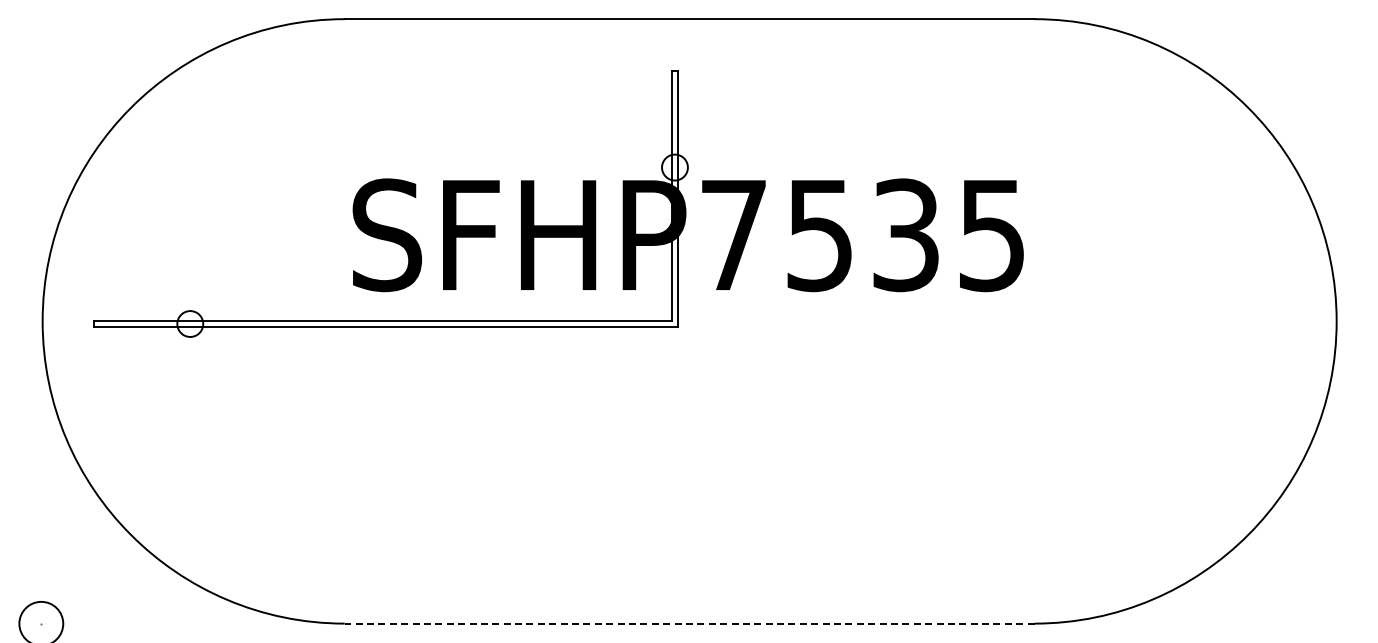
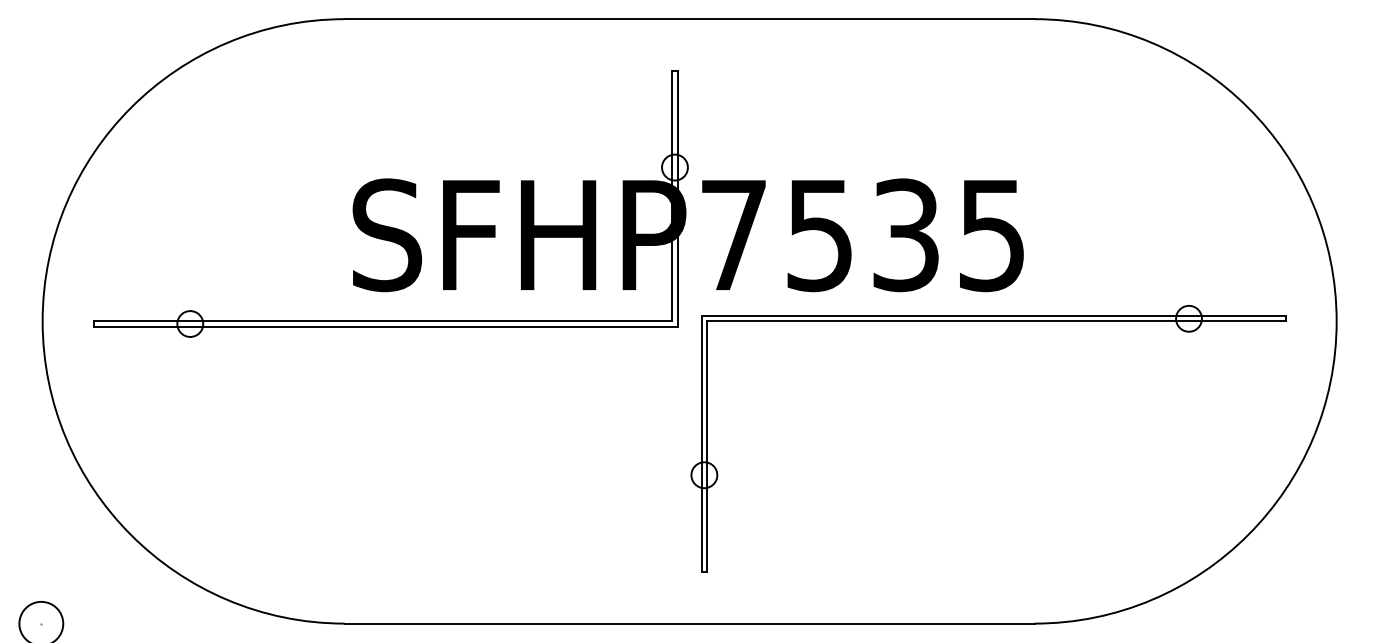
part at (988, 321): none -> present
line at (689, 623): dashed -> solid
